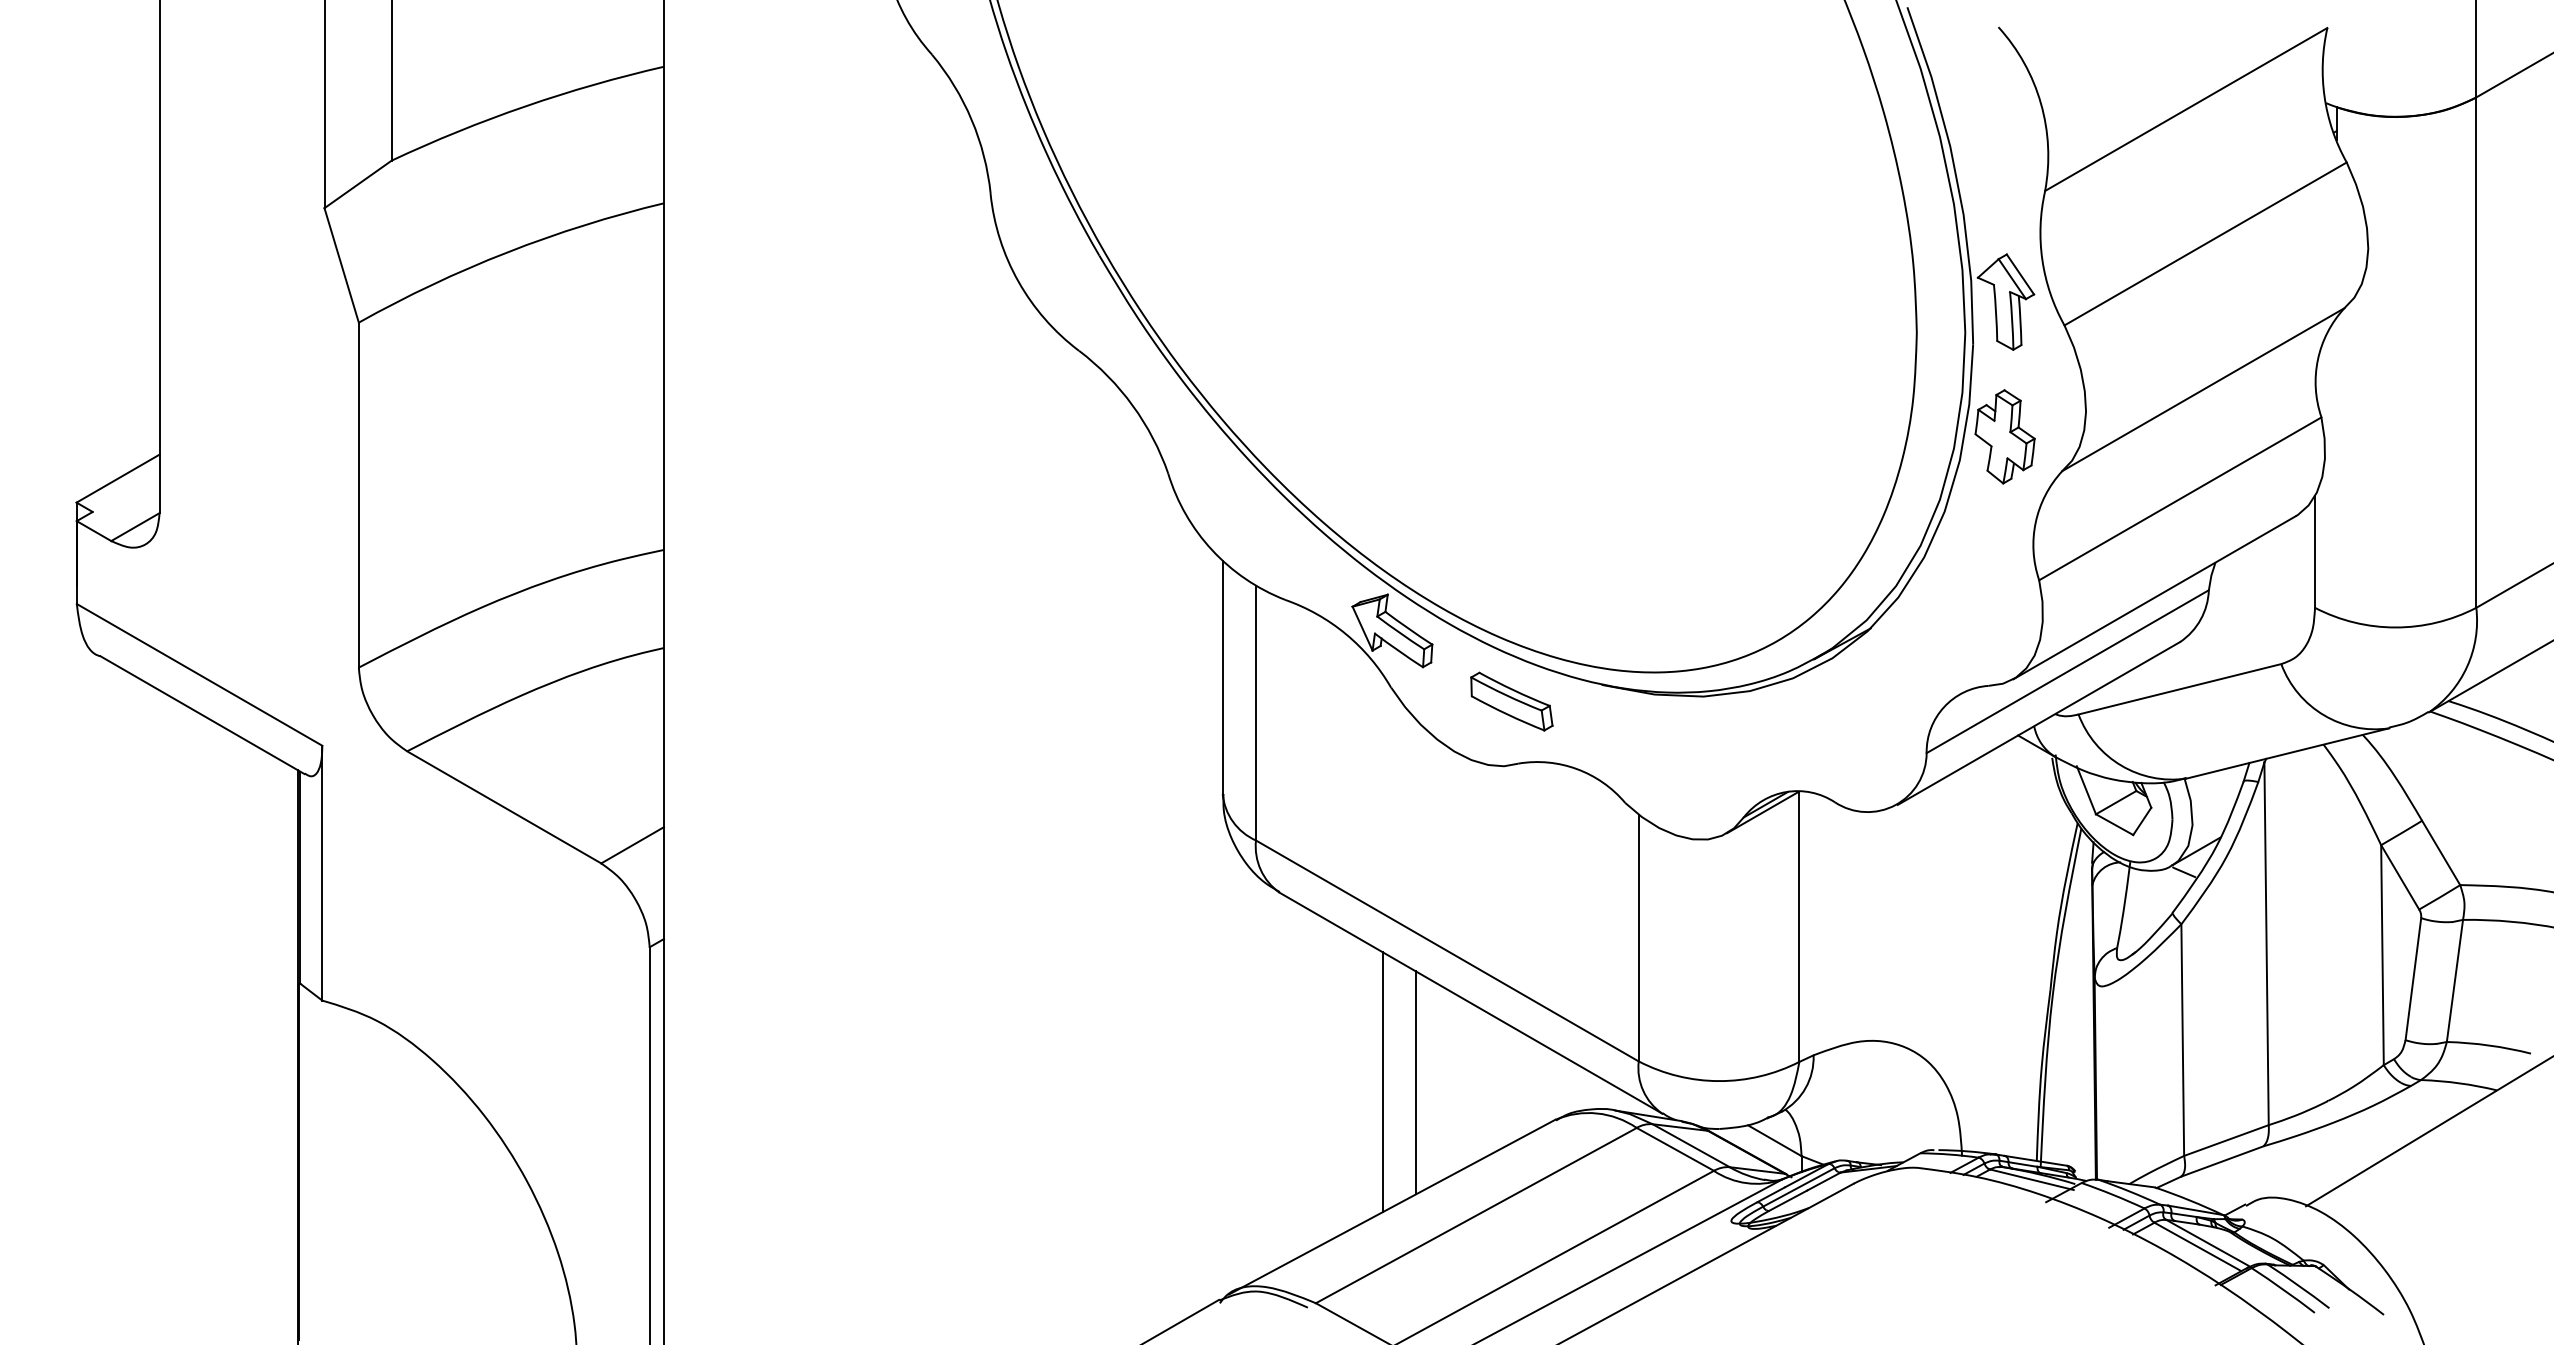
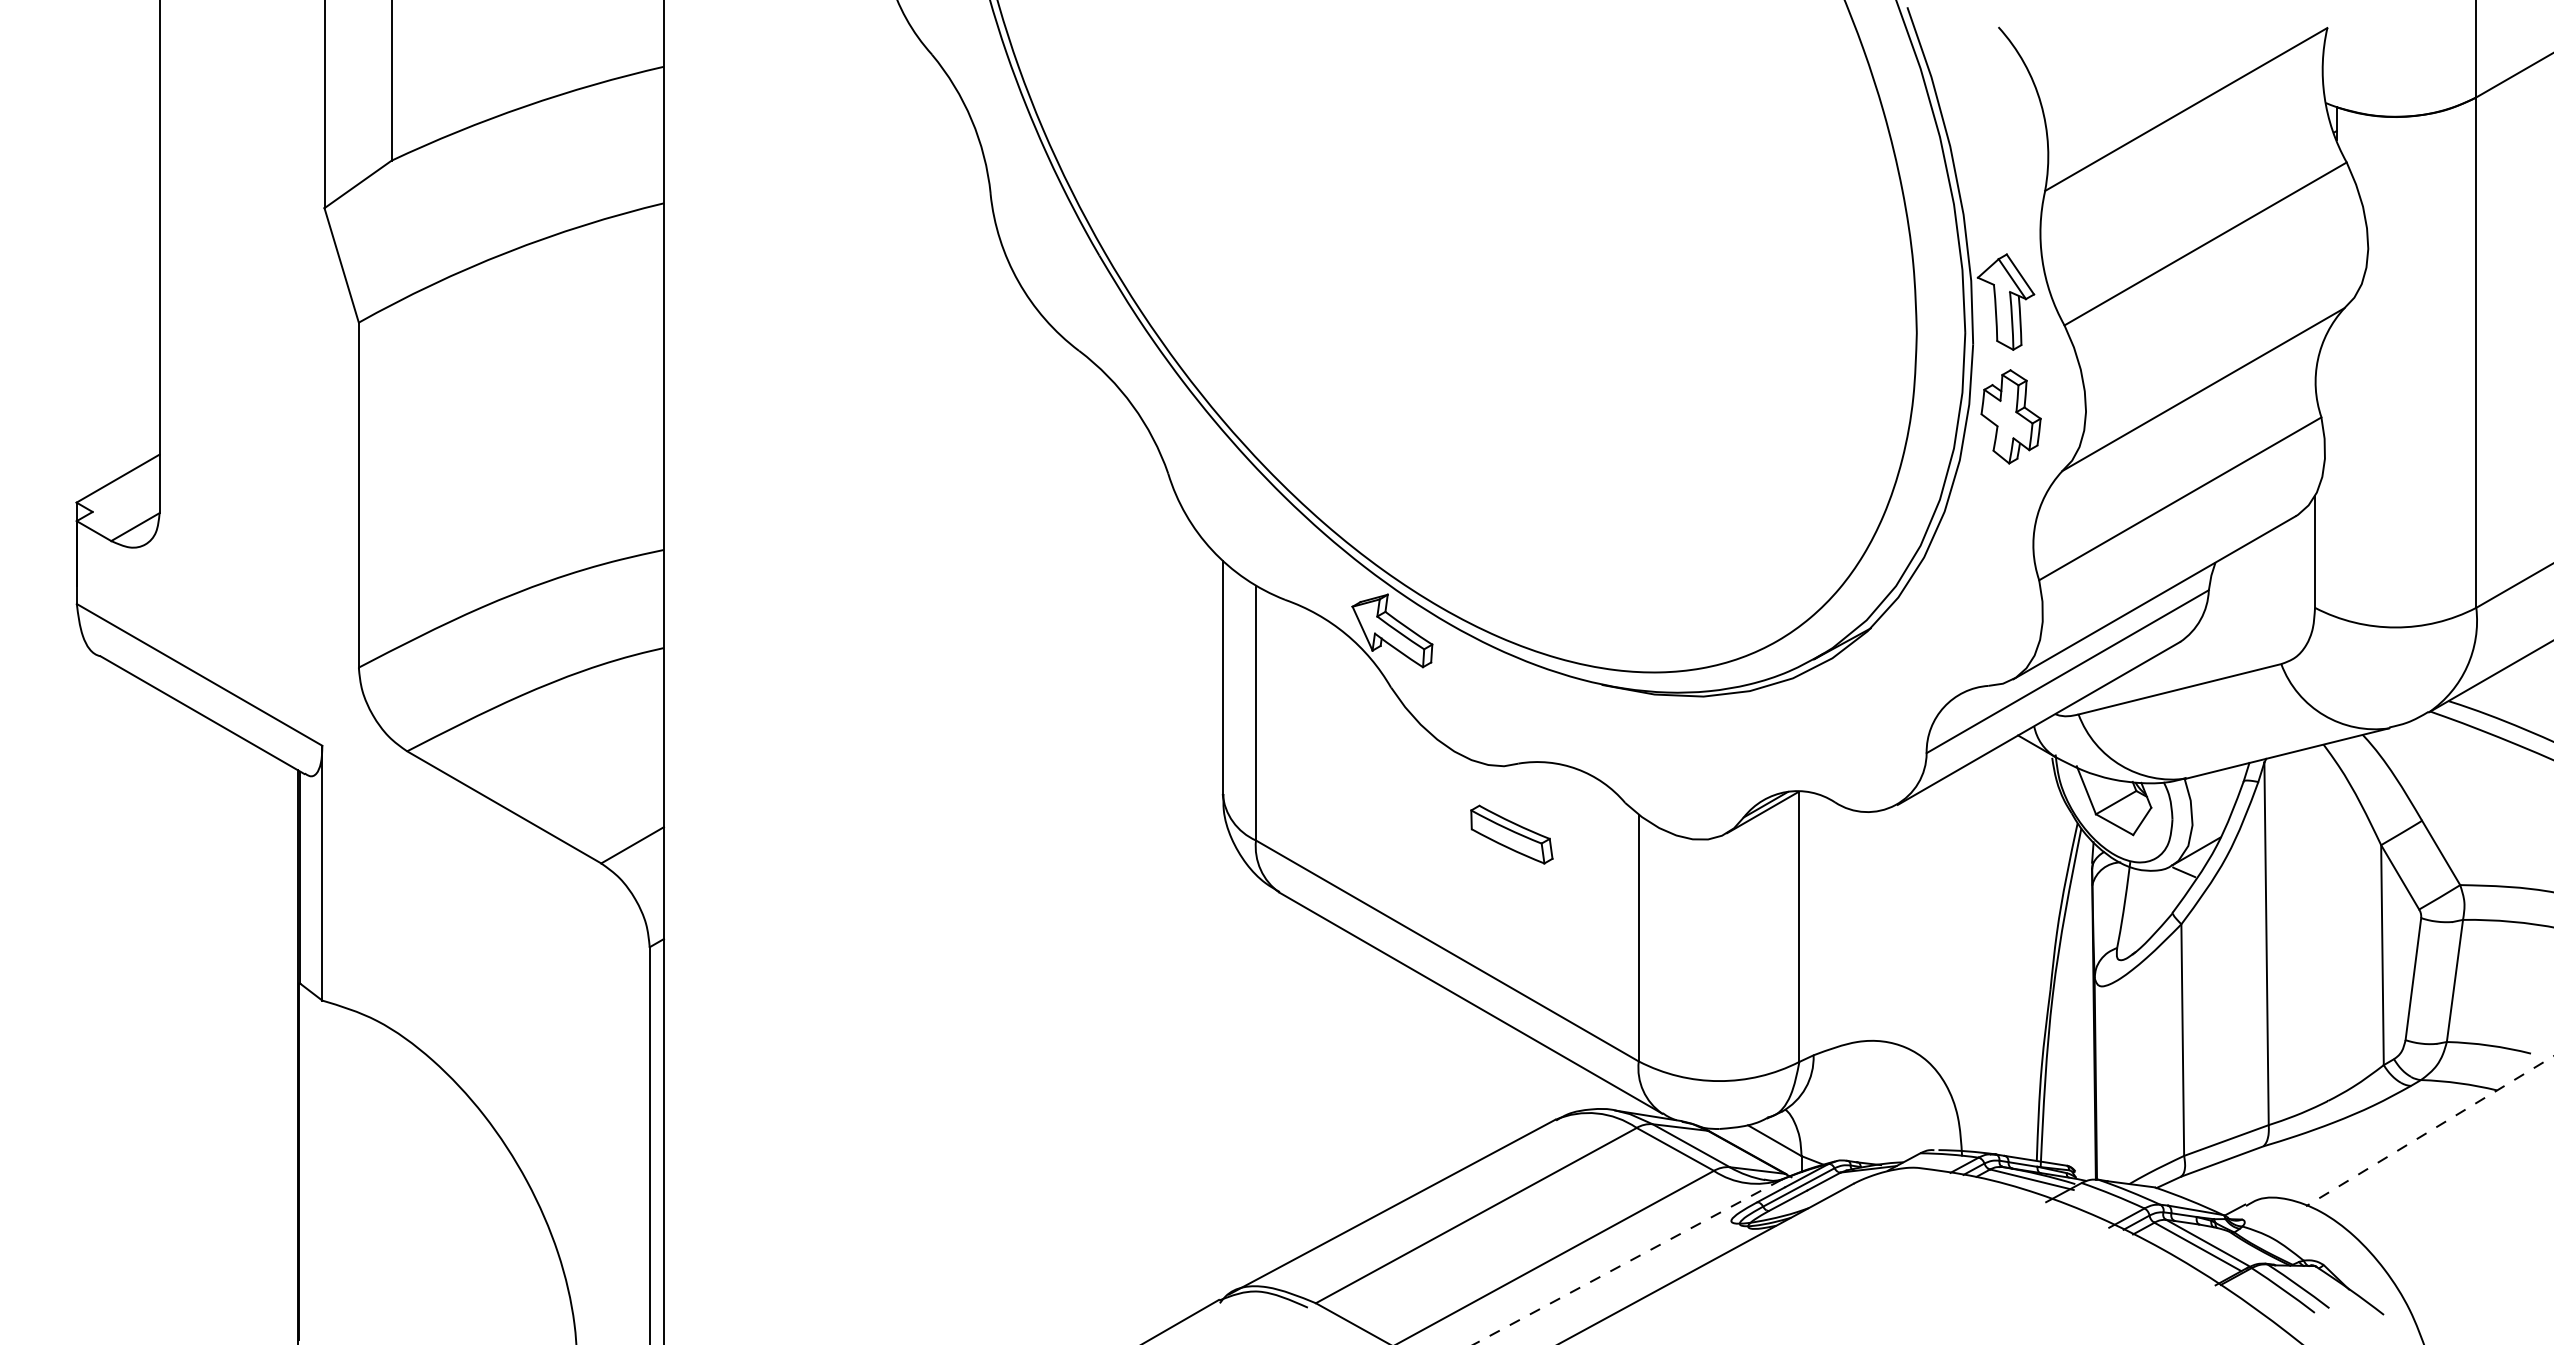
part at (2004, 436) position: (2004, 436) -> (2010, 416)
part at (1511, 701) position: (1511, 701) -> (1511, 834)
line at (1382, 1082): present -> none
line at (1415, 1082): present -> none
line at (2429, 1131): solid -> dashed
line at (1627, 1262): solid -> dashed
